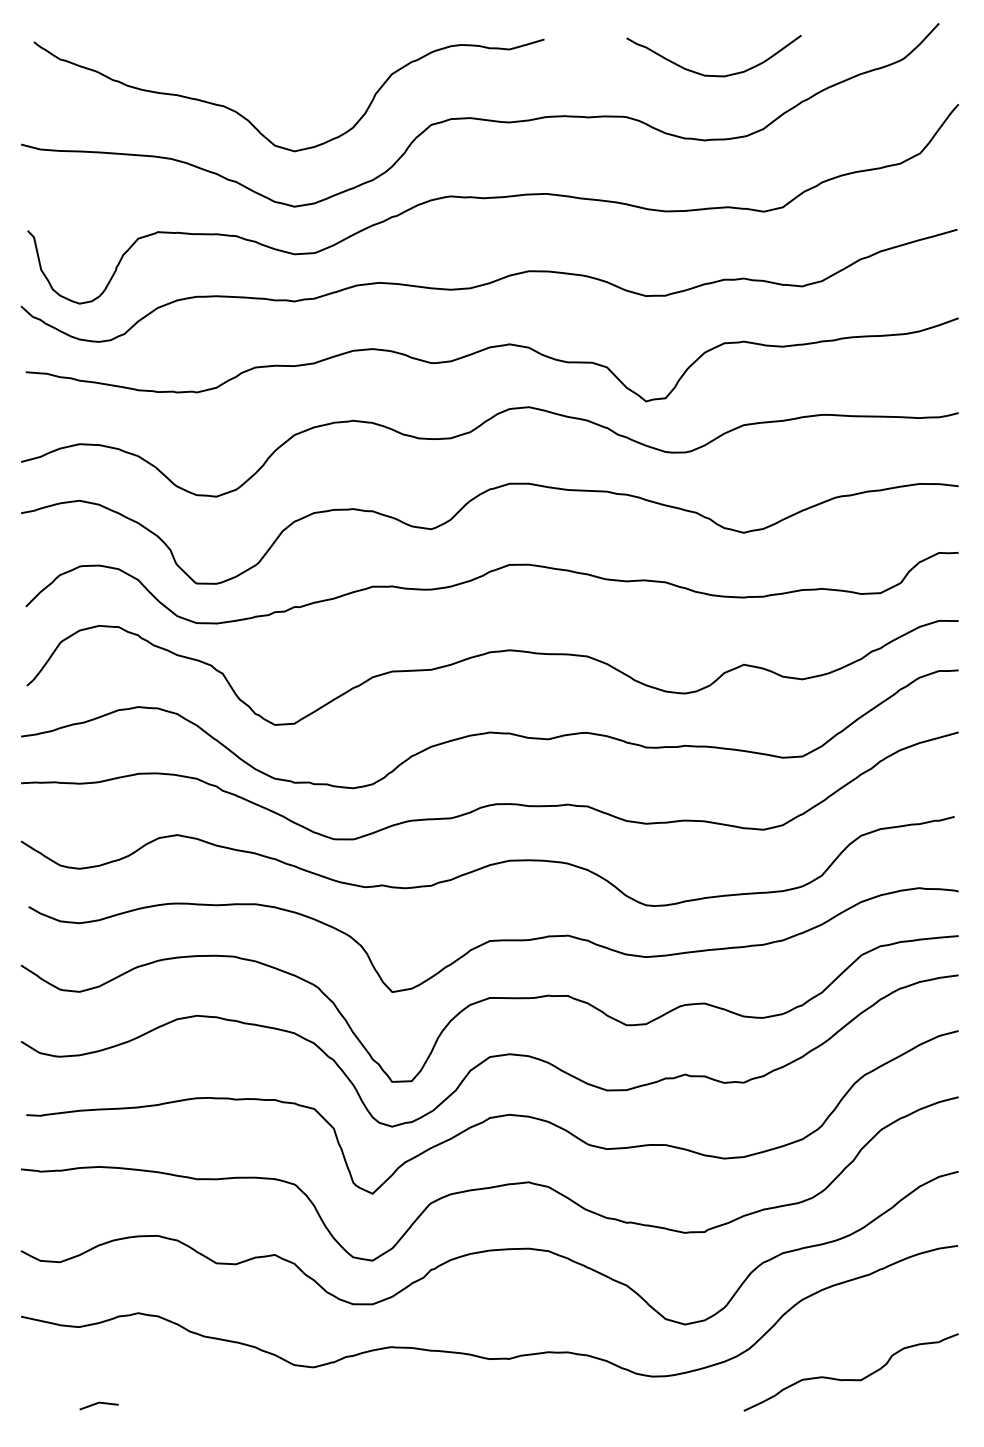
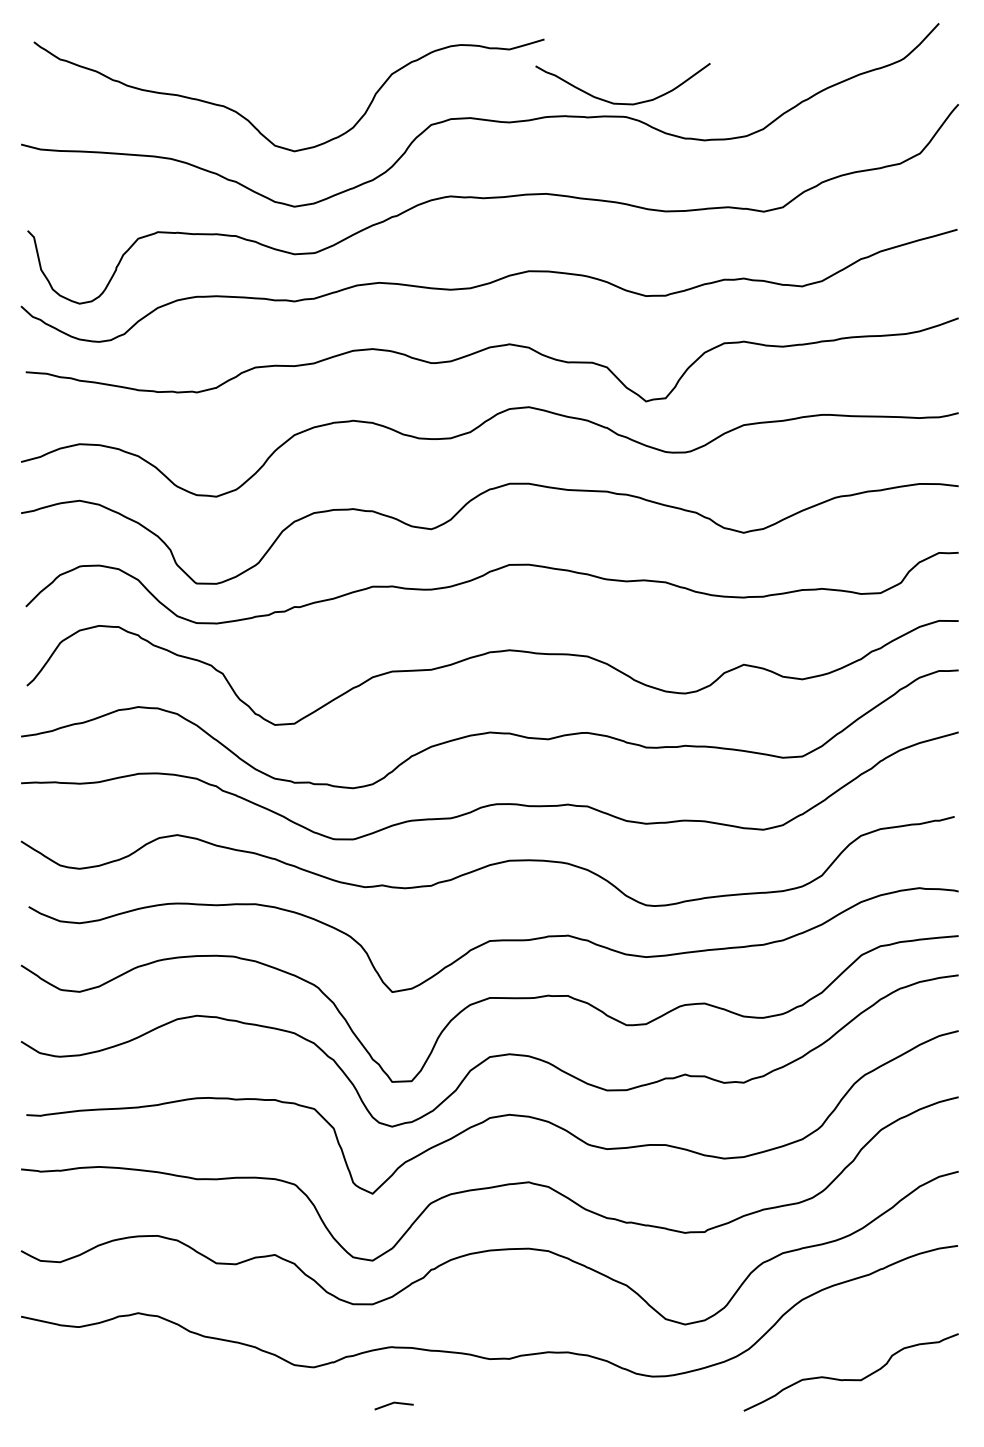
curve at (708, 74) position: (708, 74) -> (617, 102)
line at (97, 1404) position: (97, 1404) -> (392, 1404)
